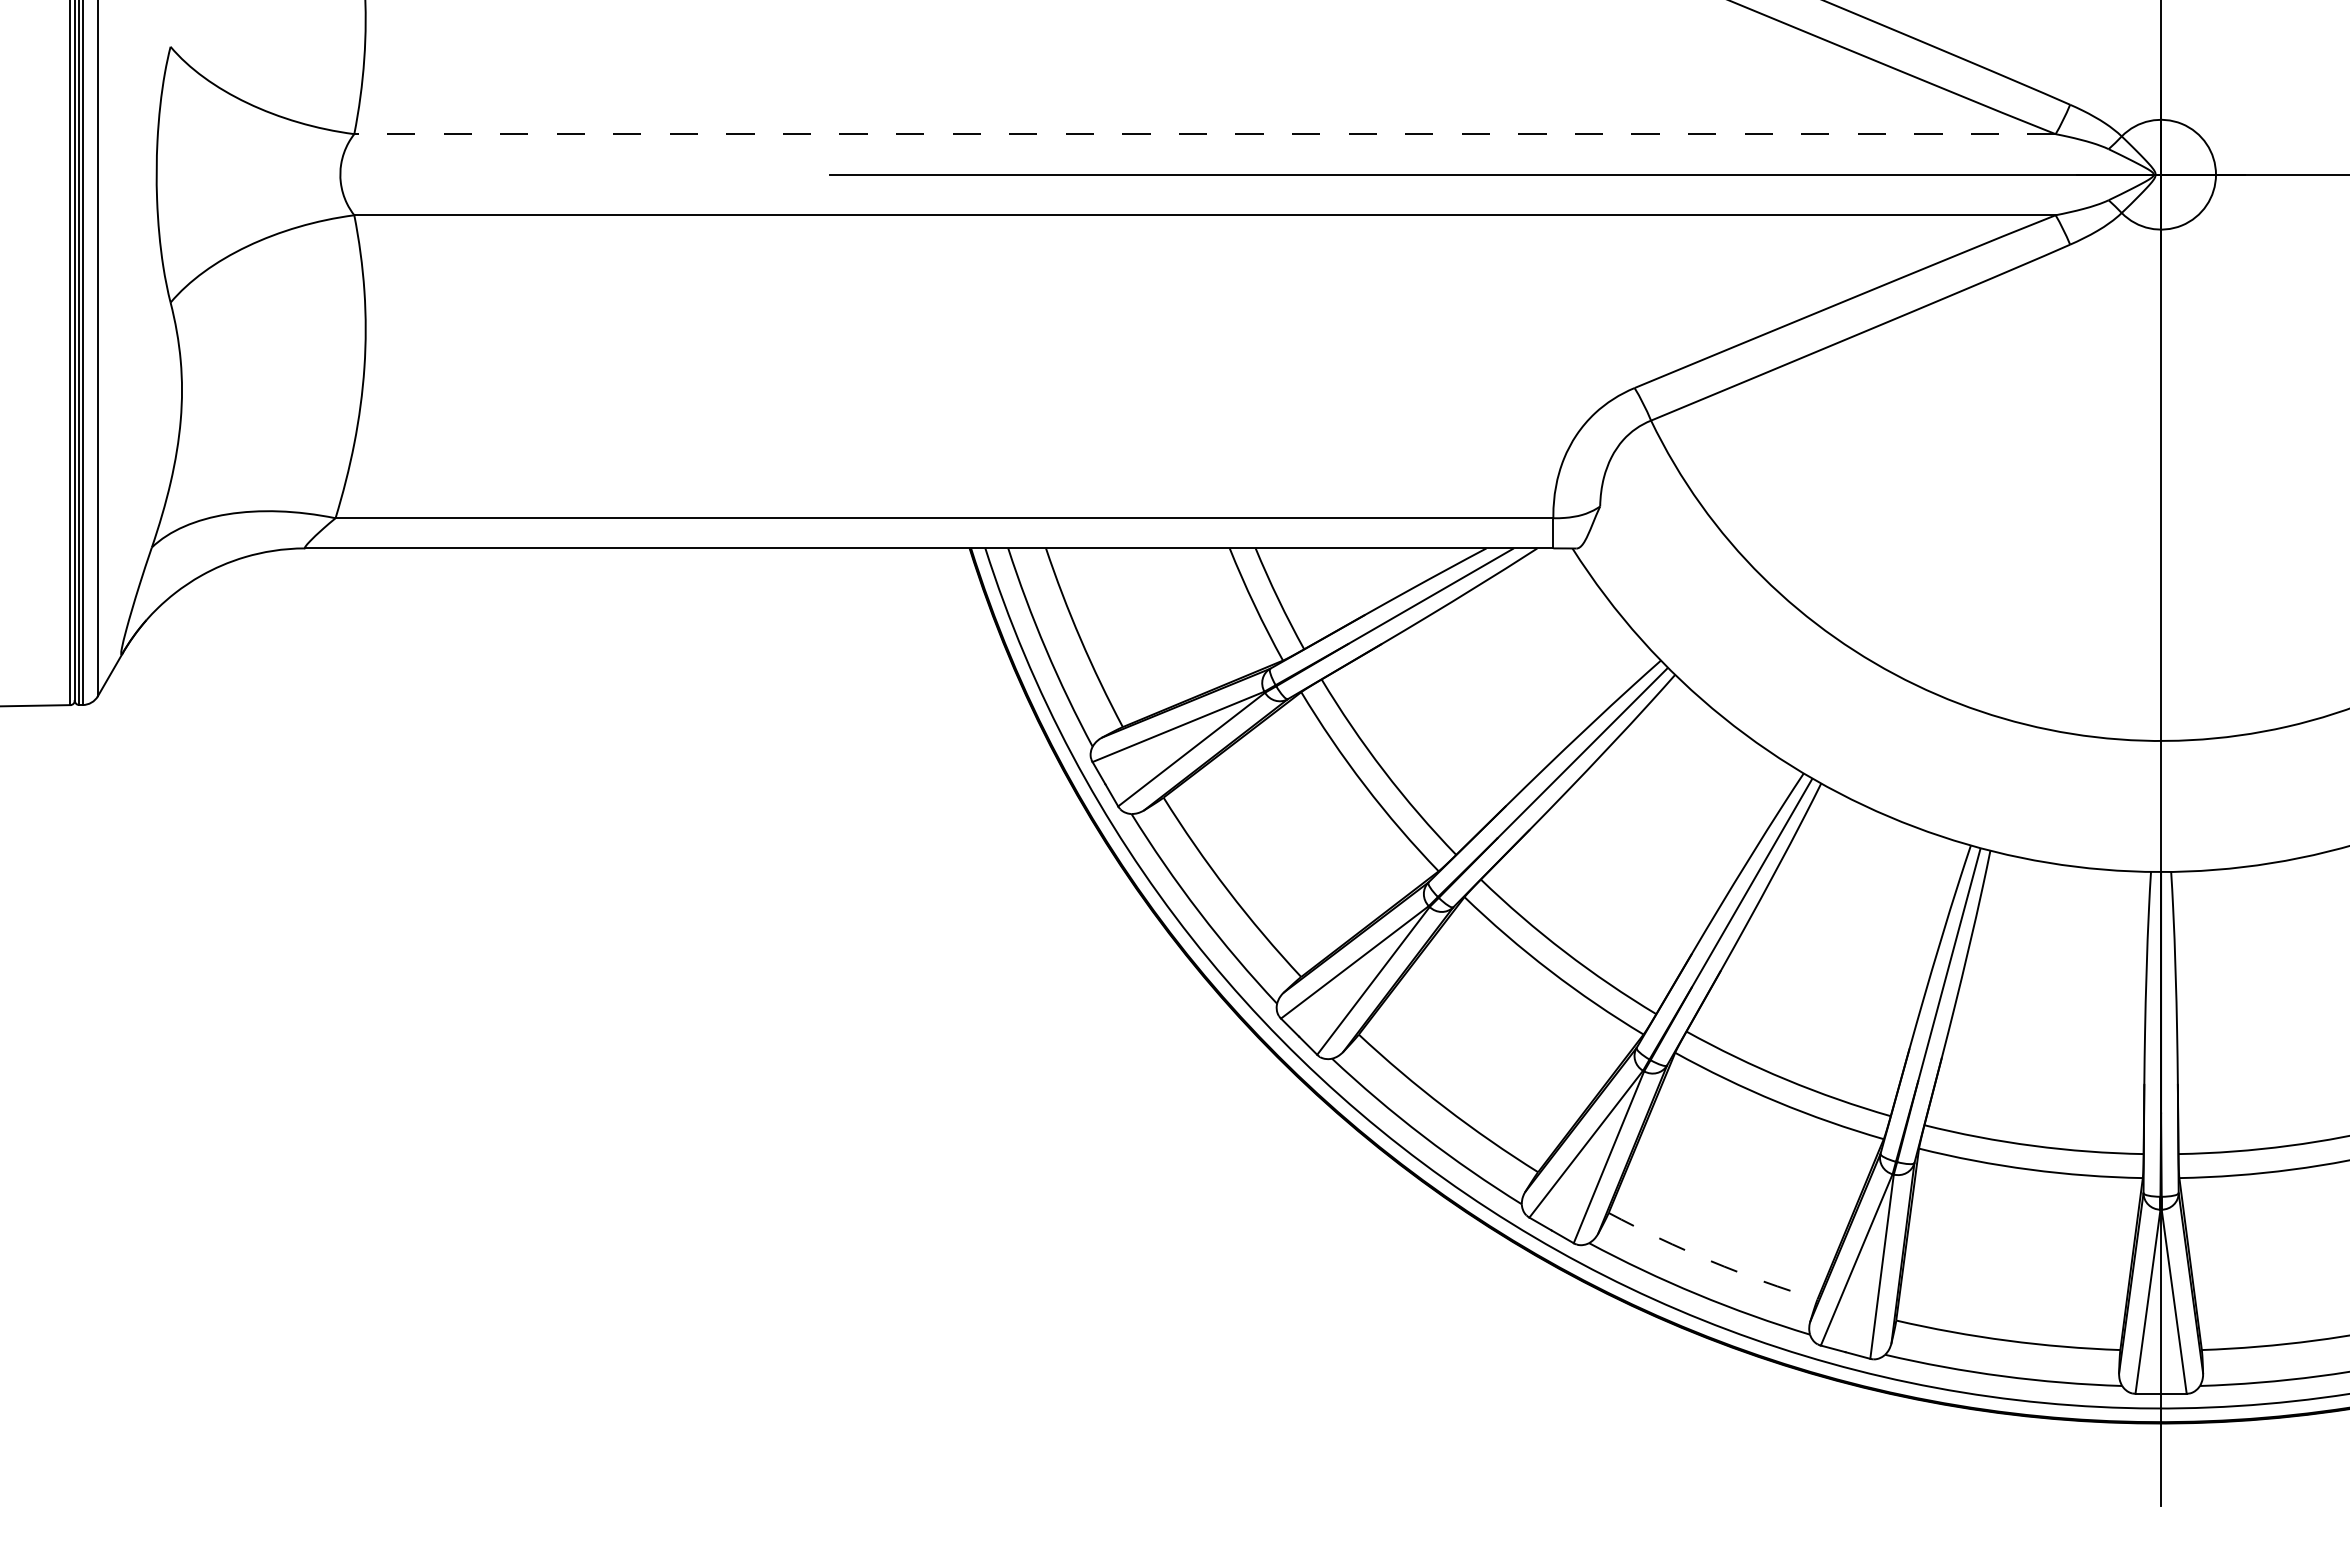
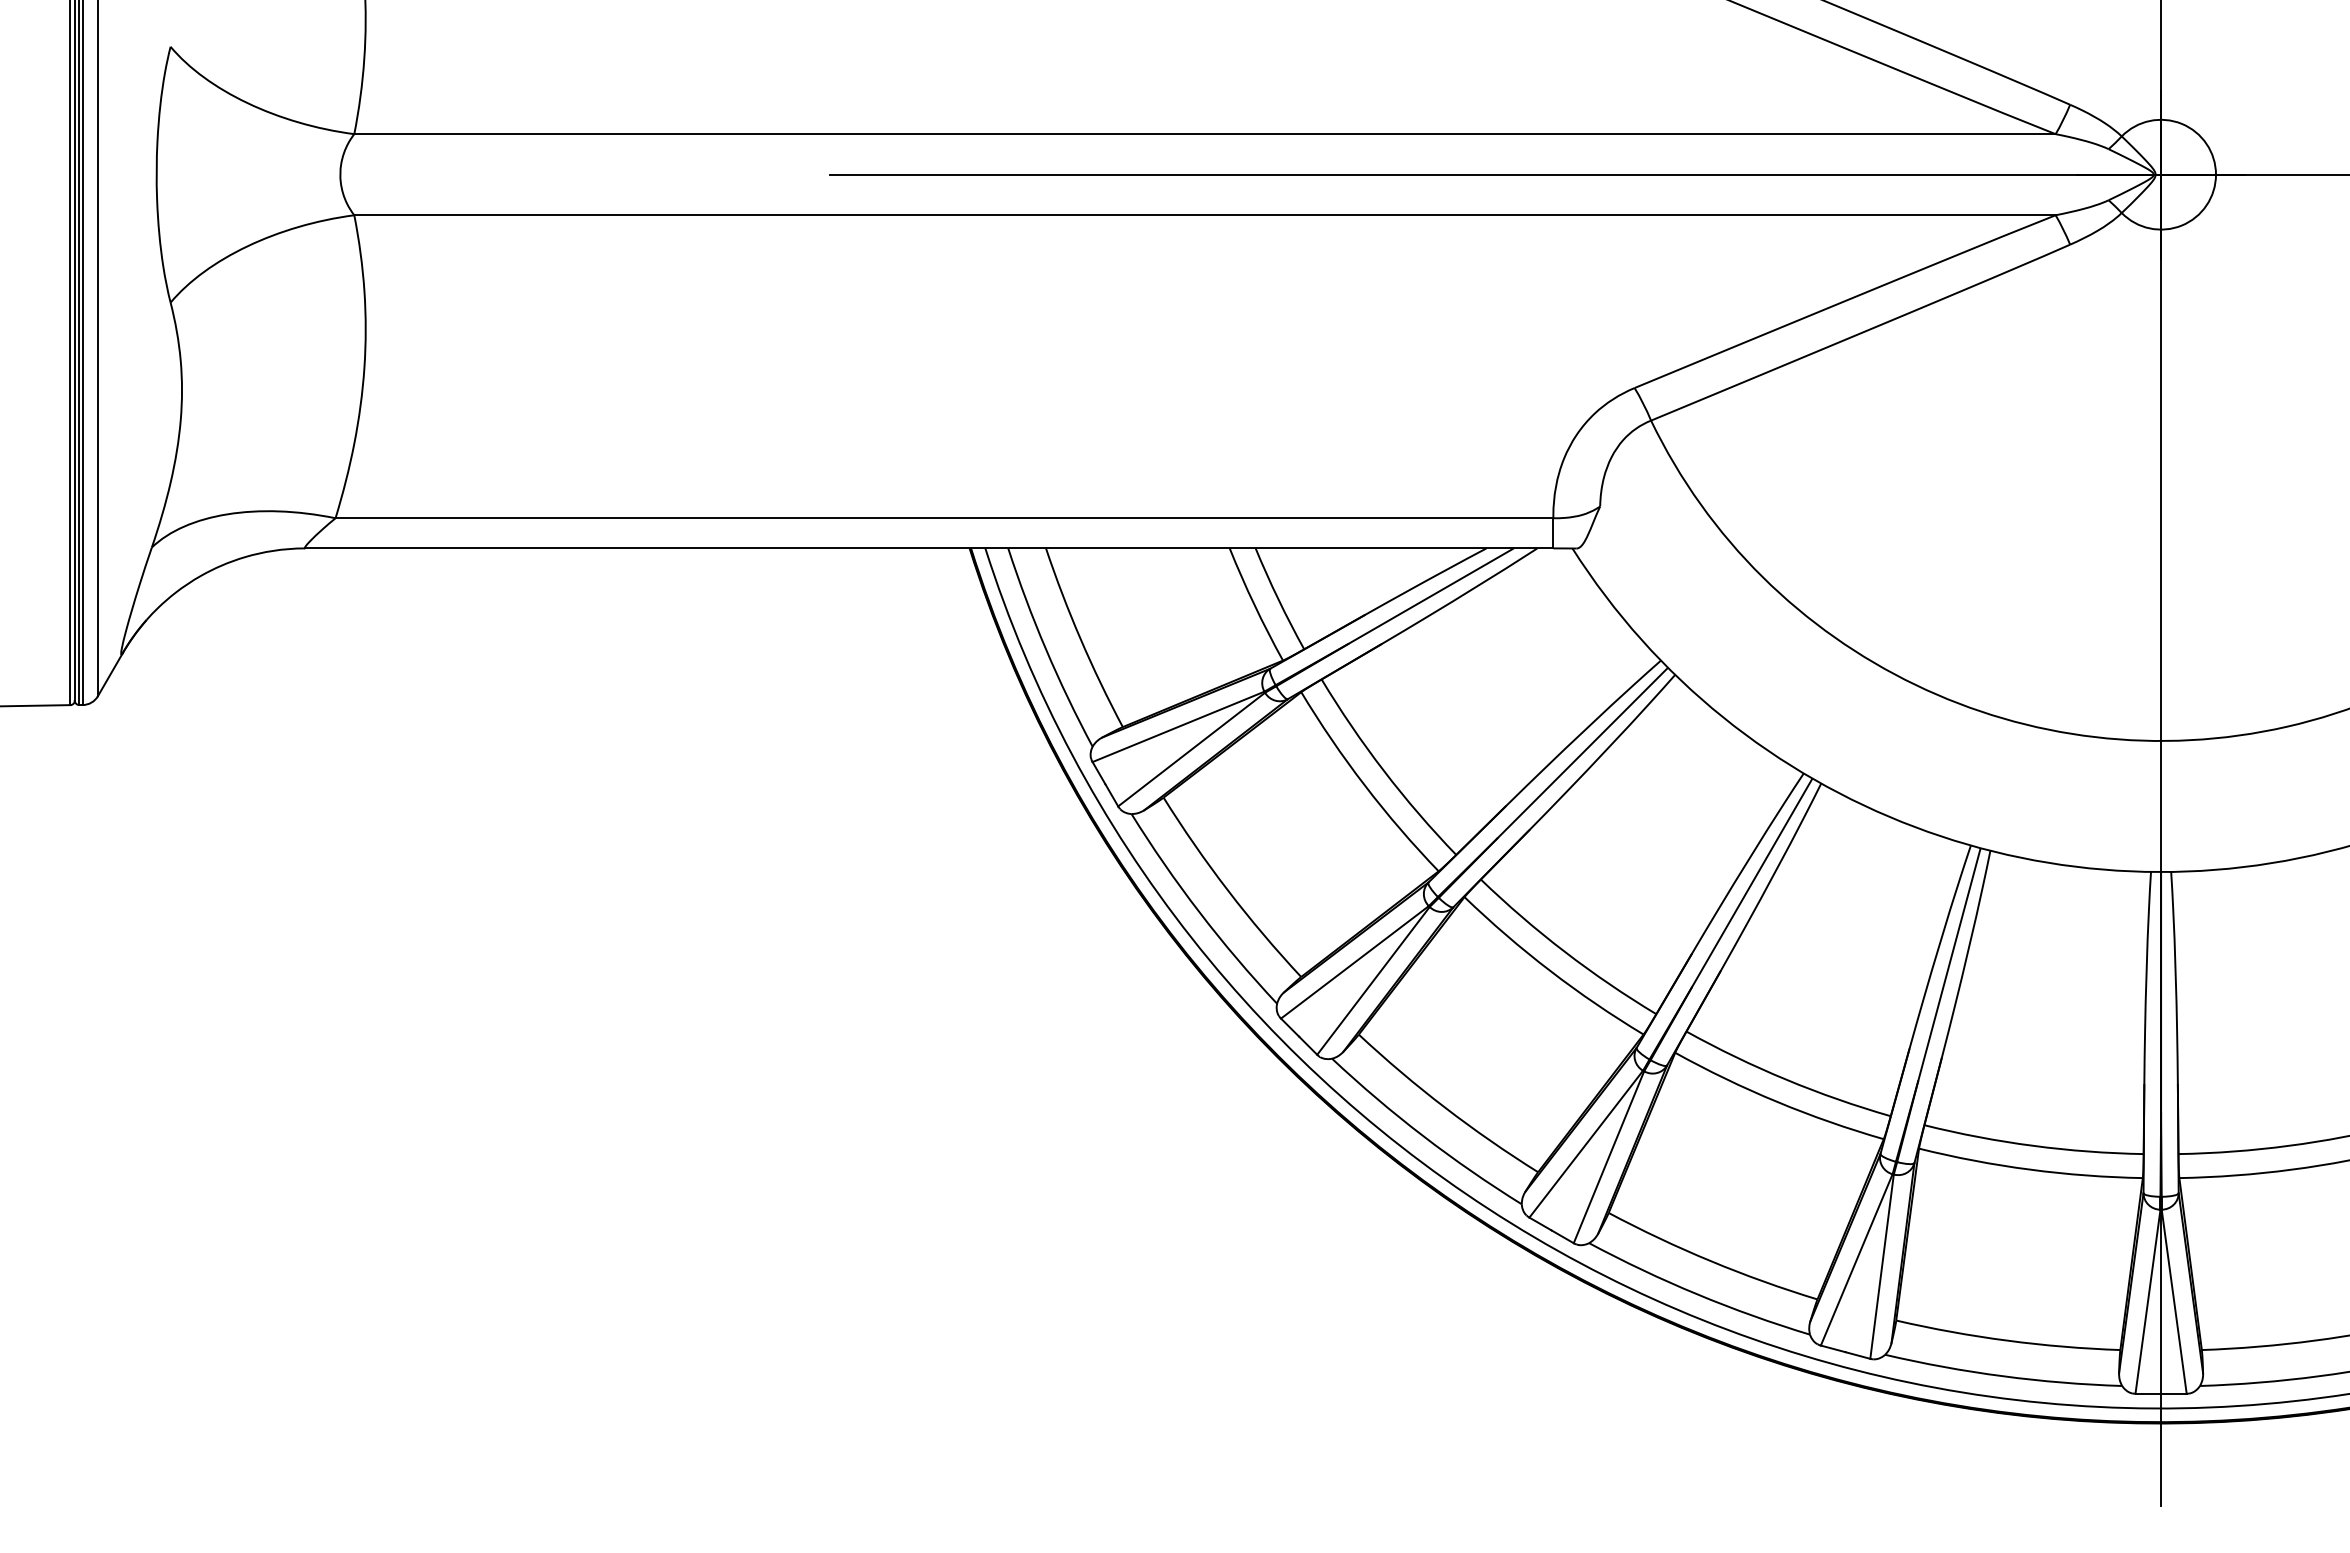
line at (1204, 134): dashed -> solid
arc at (1711, 1261): dashed -> solid
